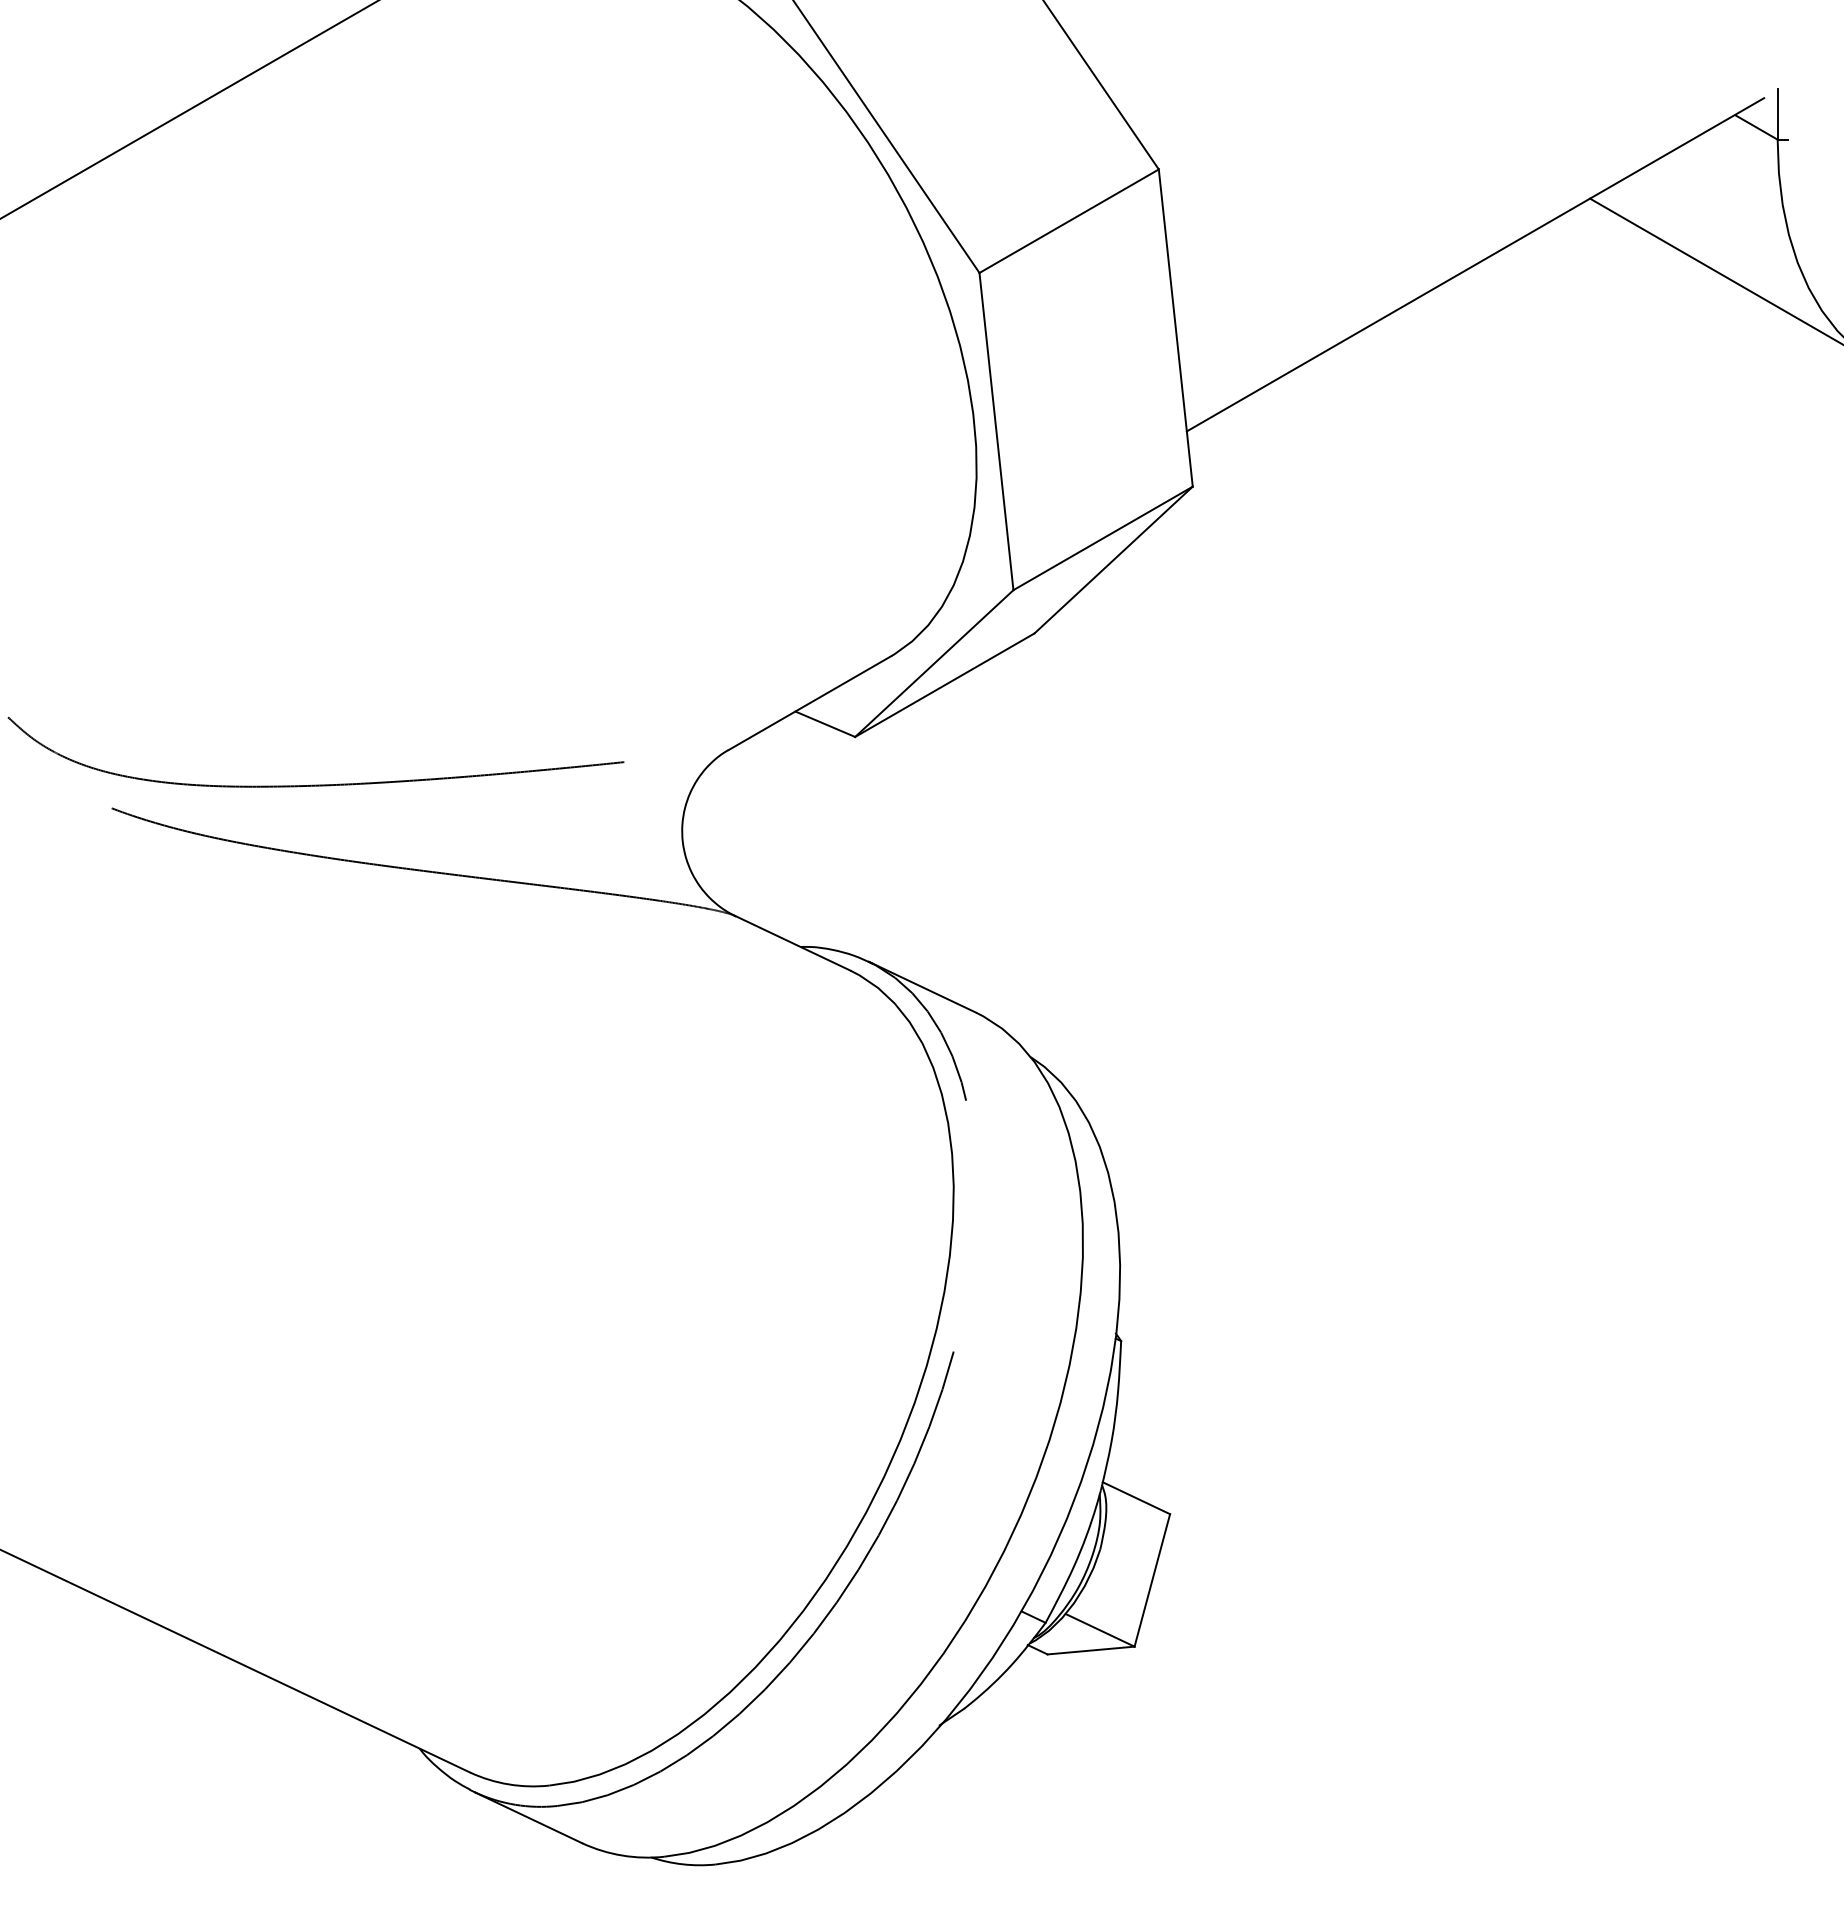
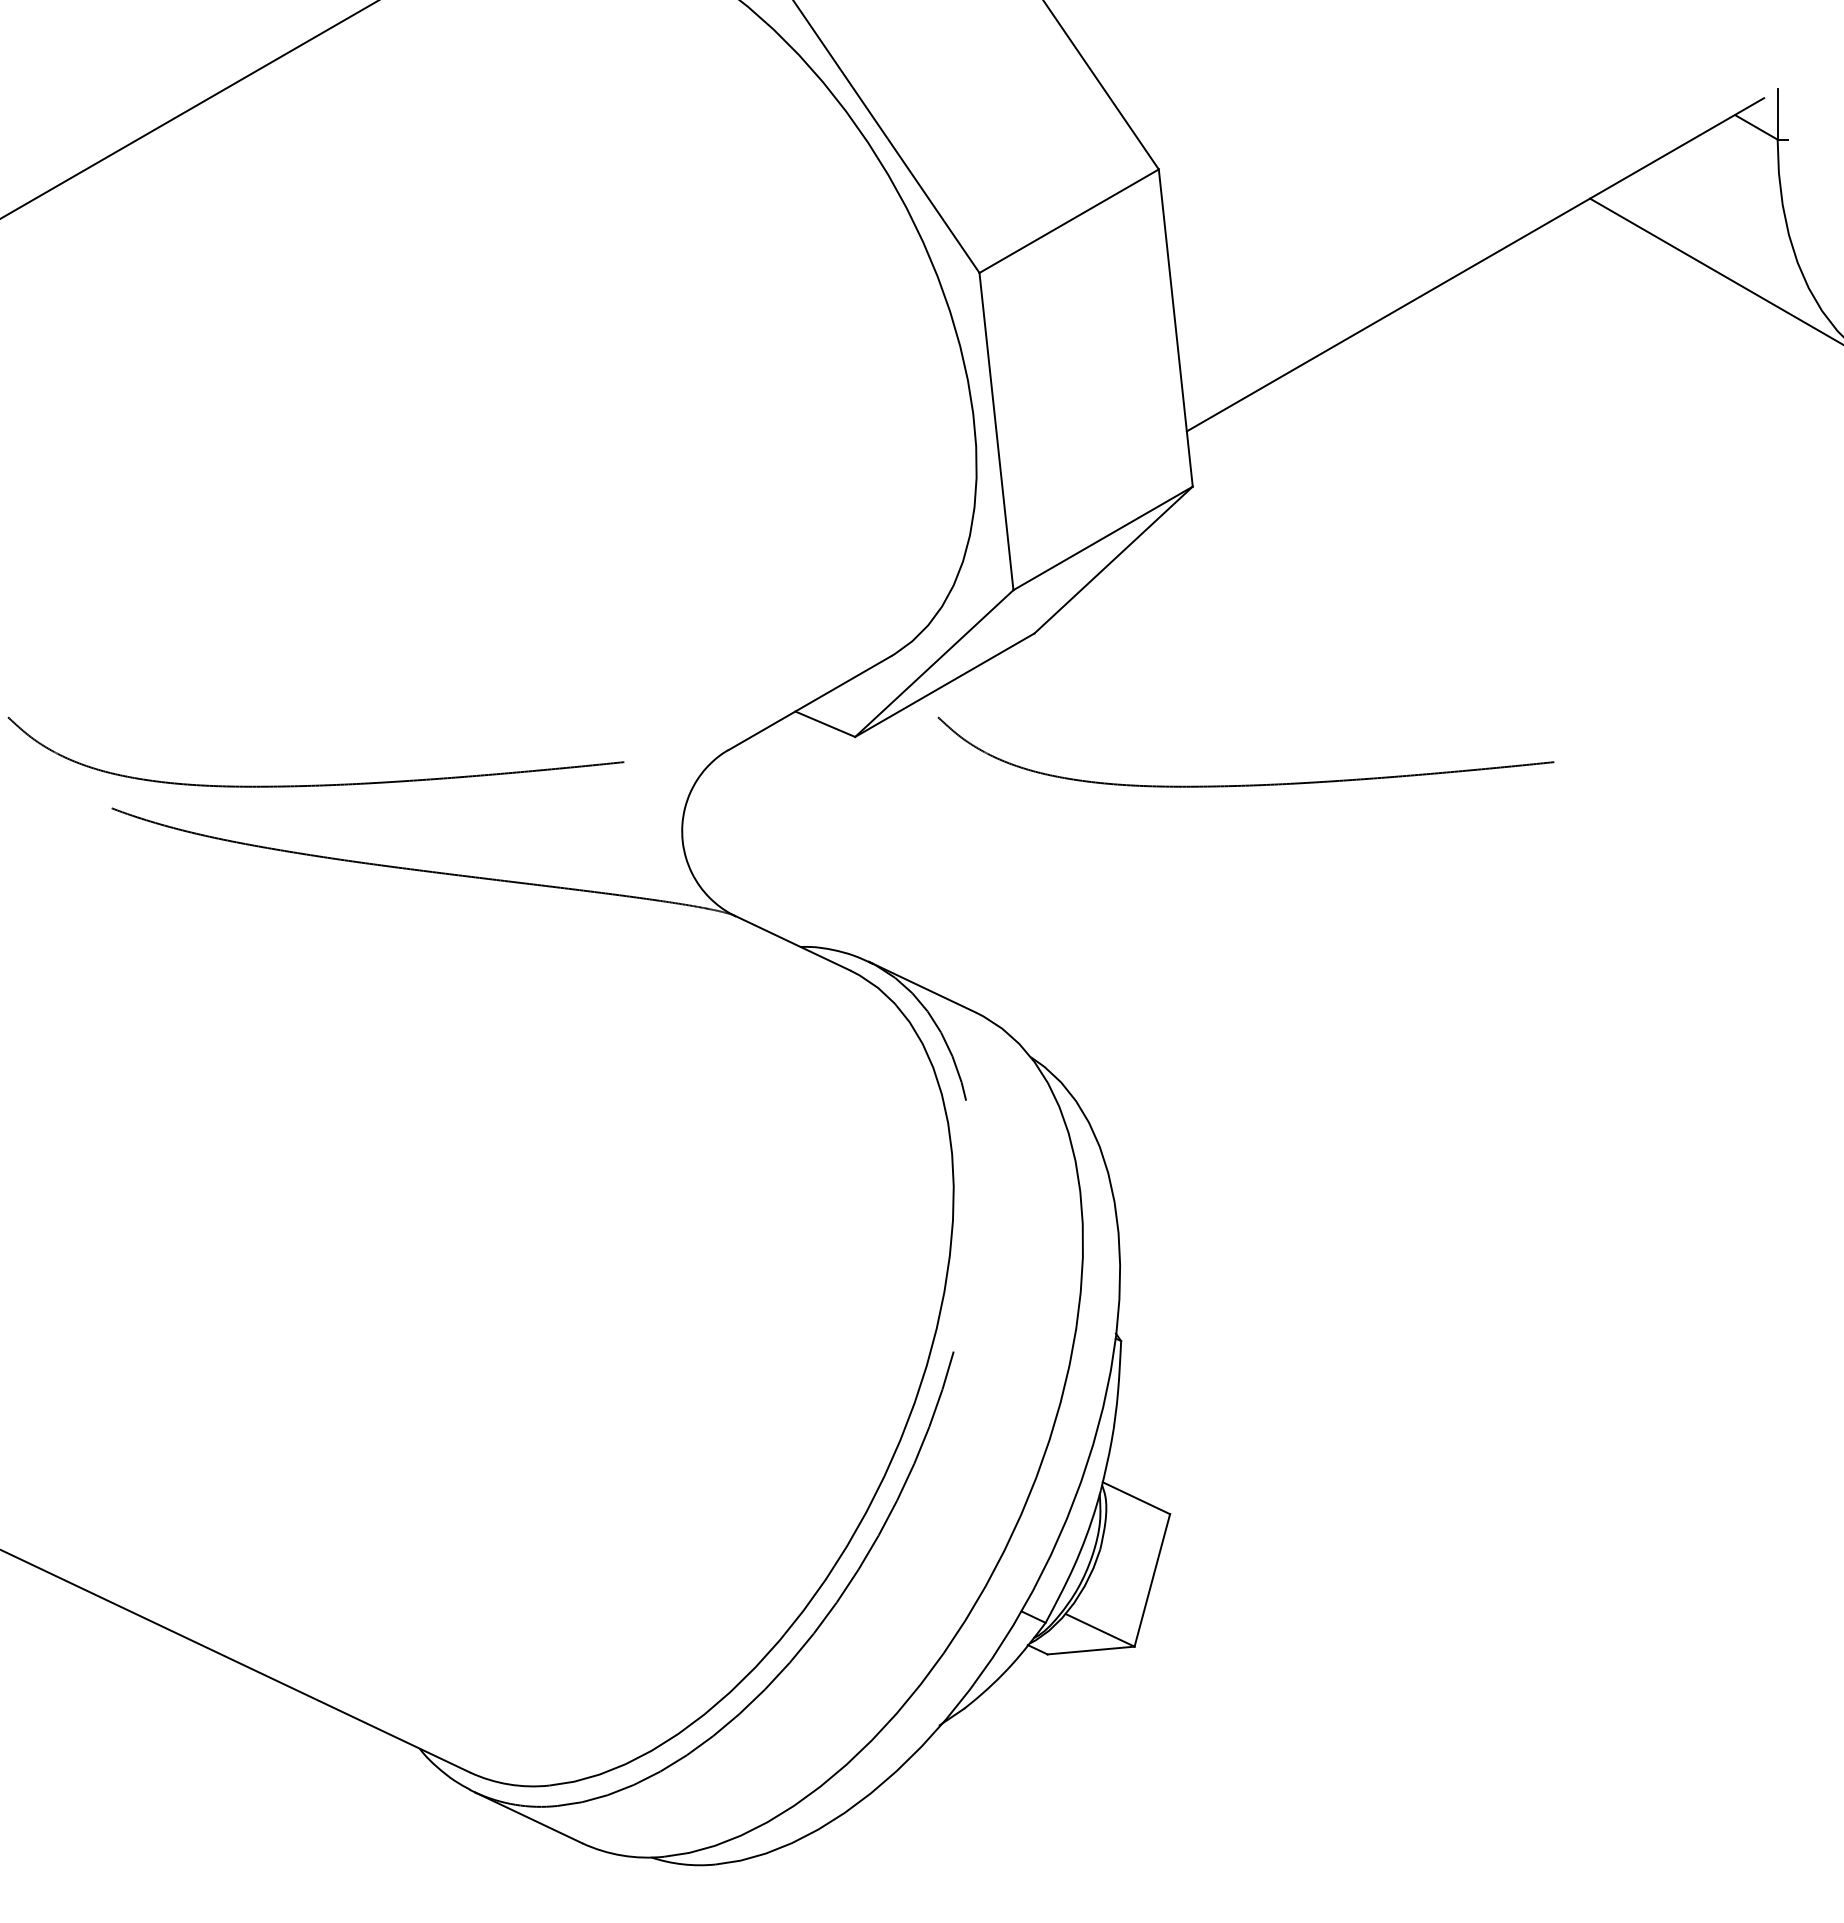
curve at (1245, 784): none -> present
